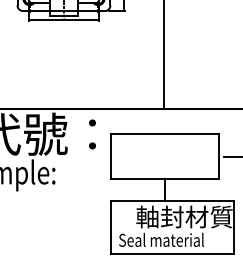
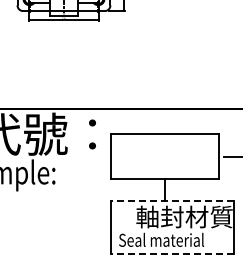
line at (163, 55): present -> none
line at (172, 200): solid -> dashed
line at (172, 254): solid -> dashed
